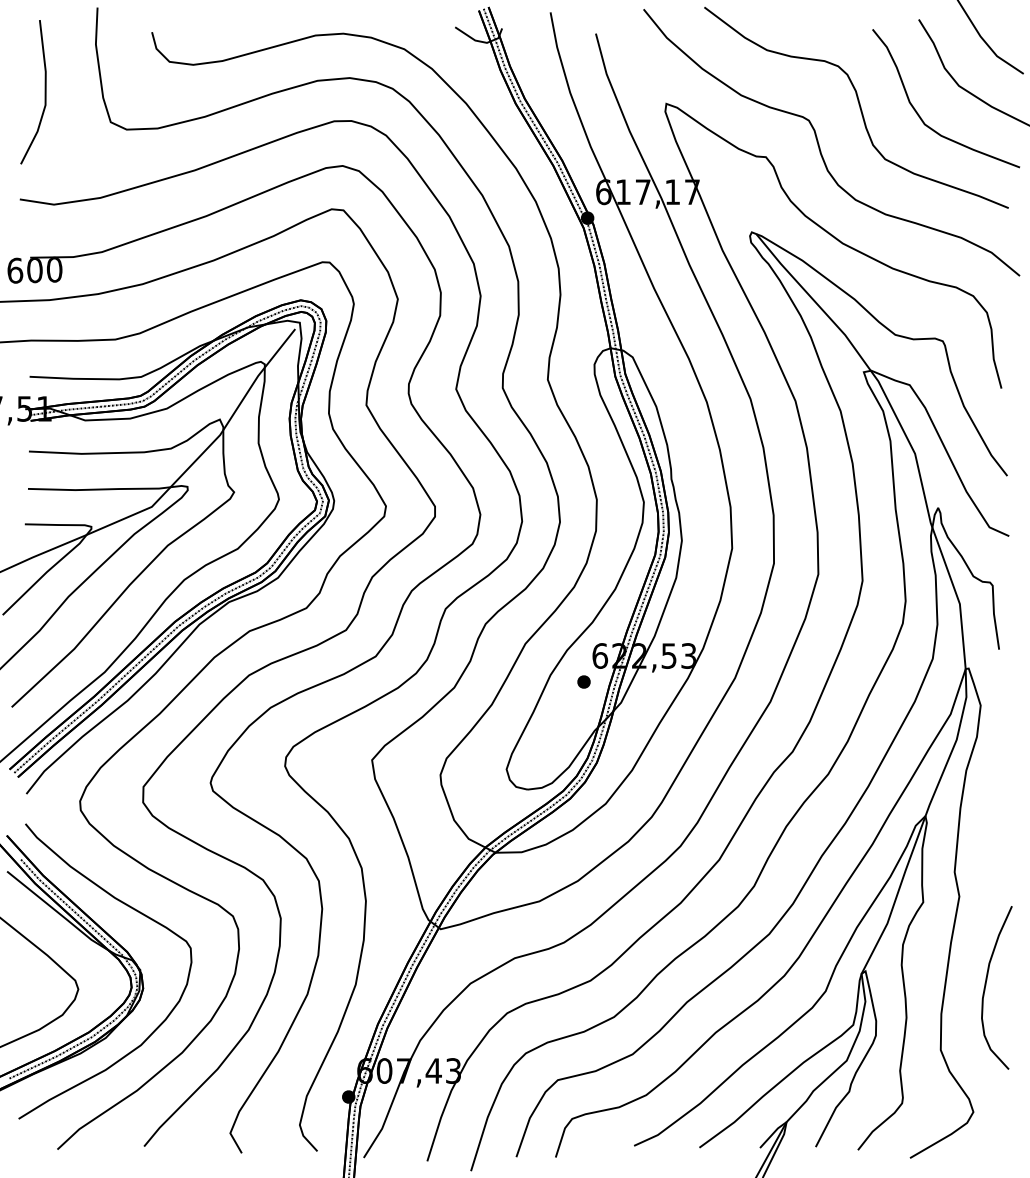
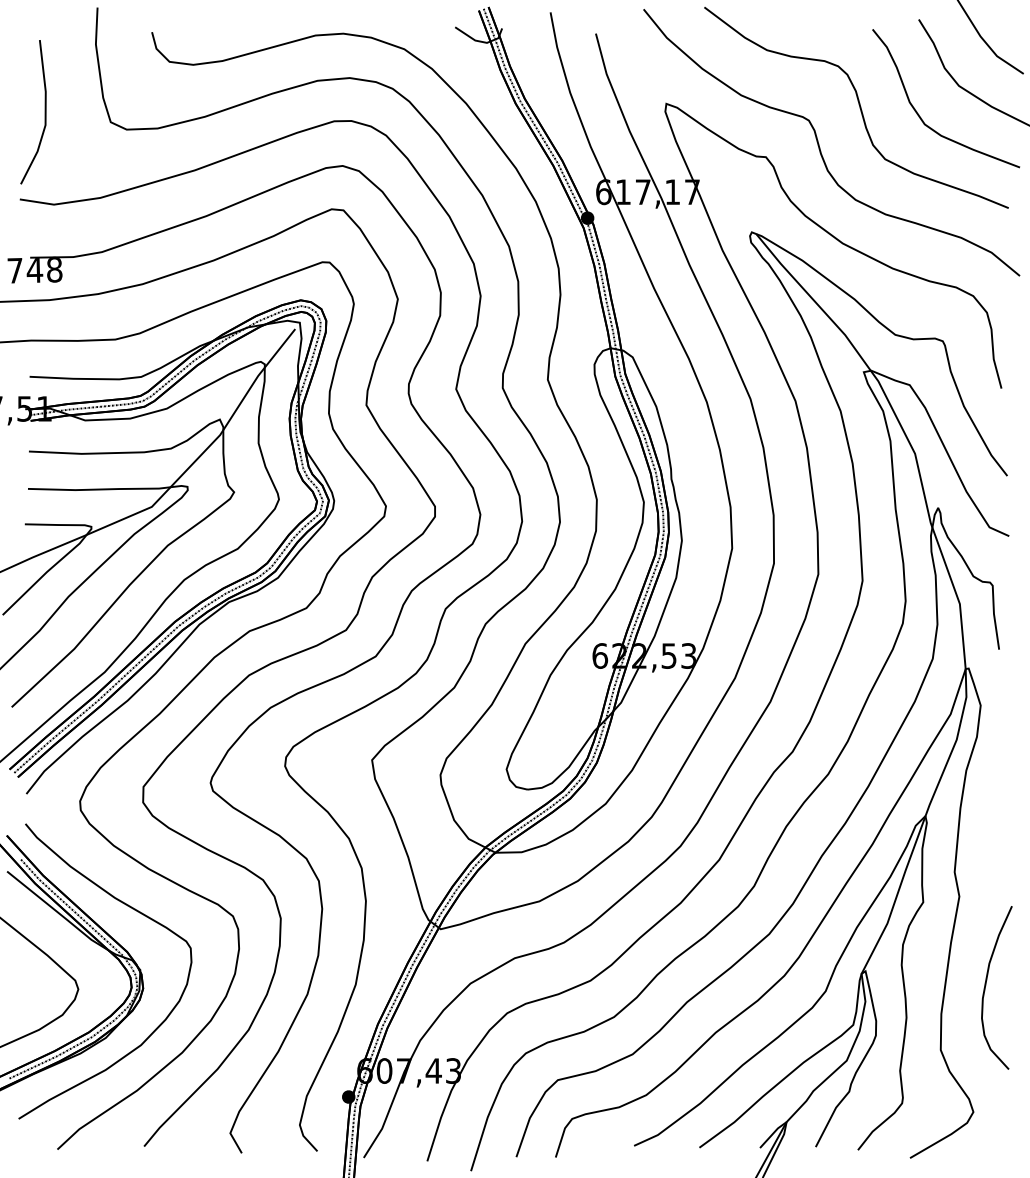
line at (44, 92) position: (44, 92) -> (44, 112)
text at (34, 270): 600 -> 748
part at (583, 681): present -> none
